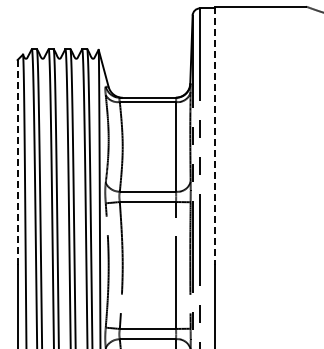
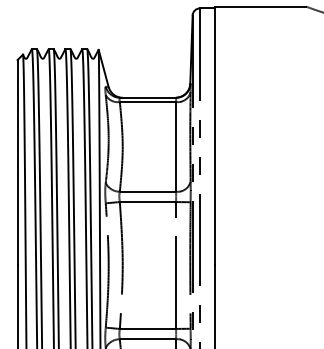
line at (214, 136): dashed -> solid
line at (17, 162): dashed -> solid
